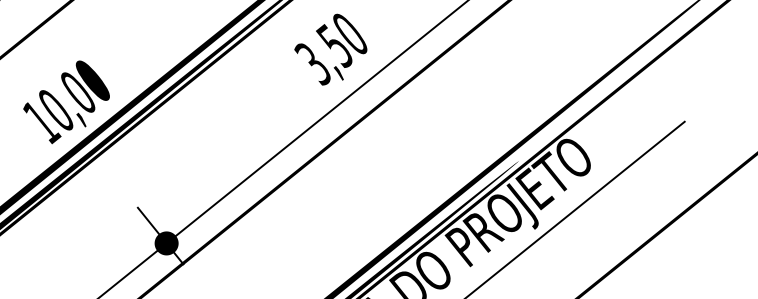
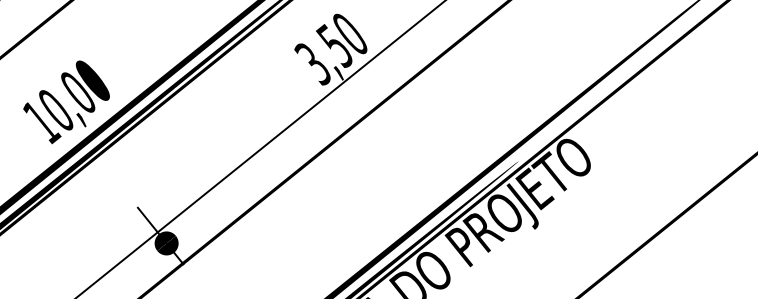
line at (283, 148) position: (283, 148) -> (260, 148)
line at (576, 208): present -> none
